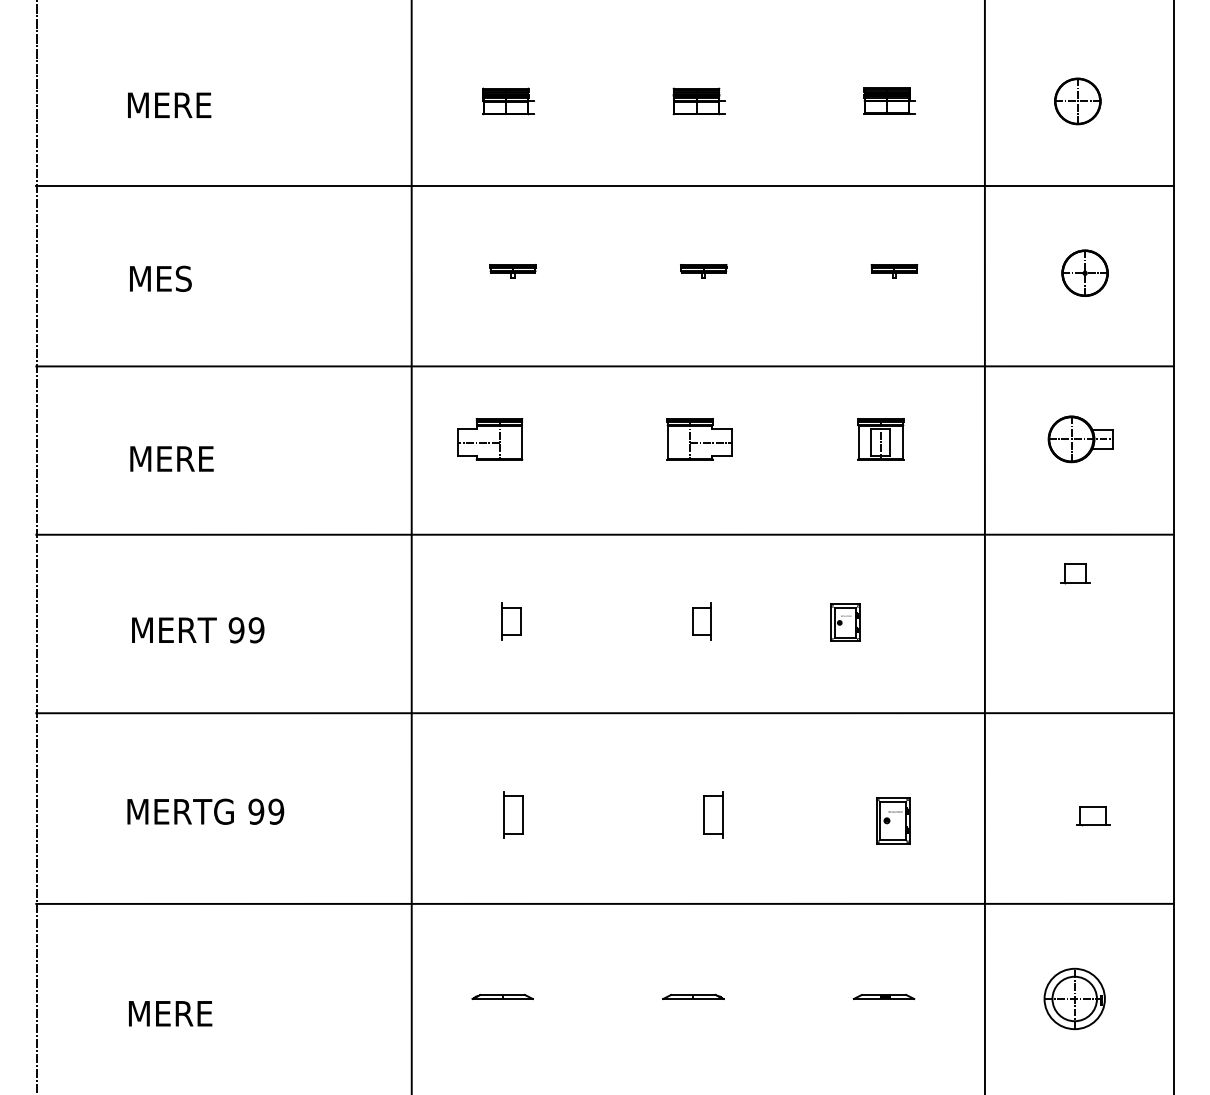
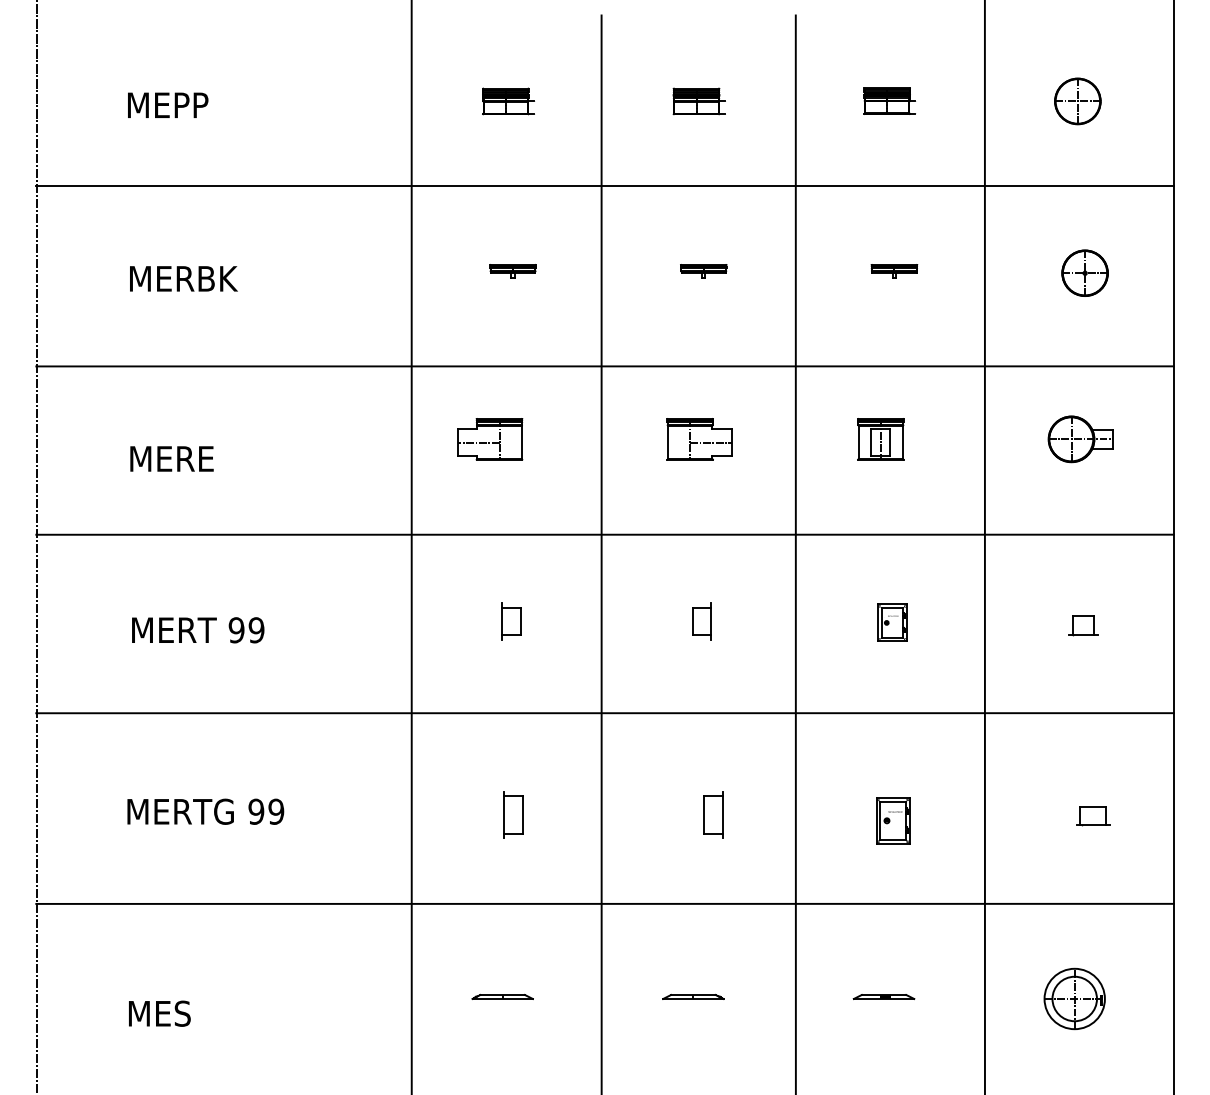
text at (194, 104): MERE -> MEPP
text at (206, 278): MES -> MERBK
line at (601, 553): none -> present
line at (795, 553): none -> present
part at (1075, 573) position: (1075, 573) -> (1083, 625)
part at (845, 622) position: (845, 622) -> (892, 622)
text at (193, 1013): MERE -> MES
